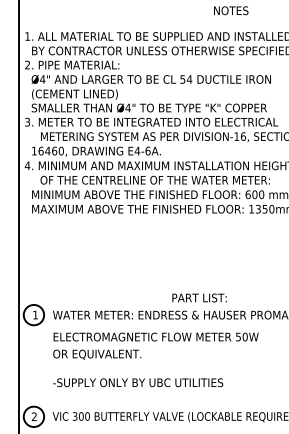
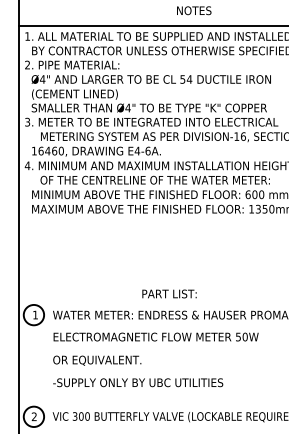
text at (231, 10) position: (231, 10) -> (194, 10)
line at (152, 25): none -> present
text at (199, 297) position: (199, 297) -> (169, 293)
text at (97, 354) position: (97, 354) -> (97, 360)
